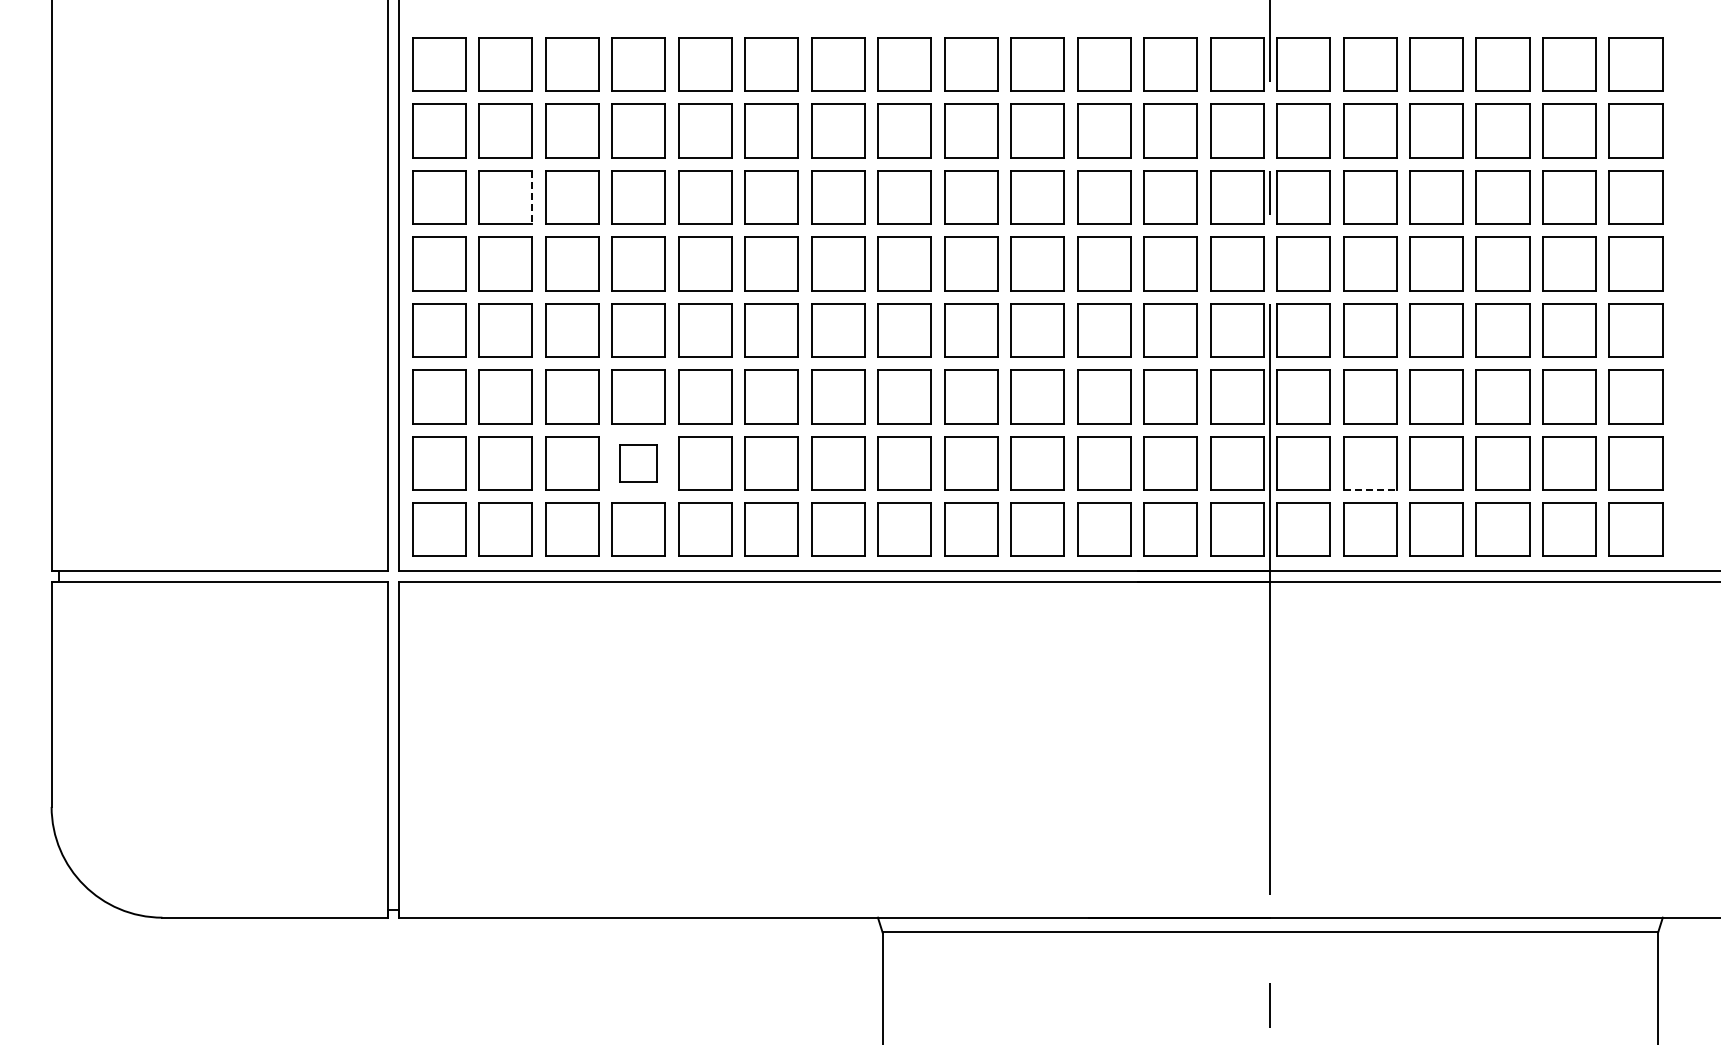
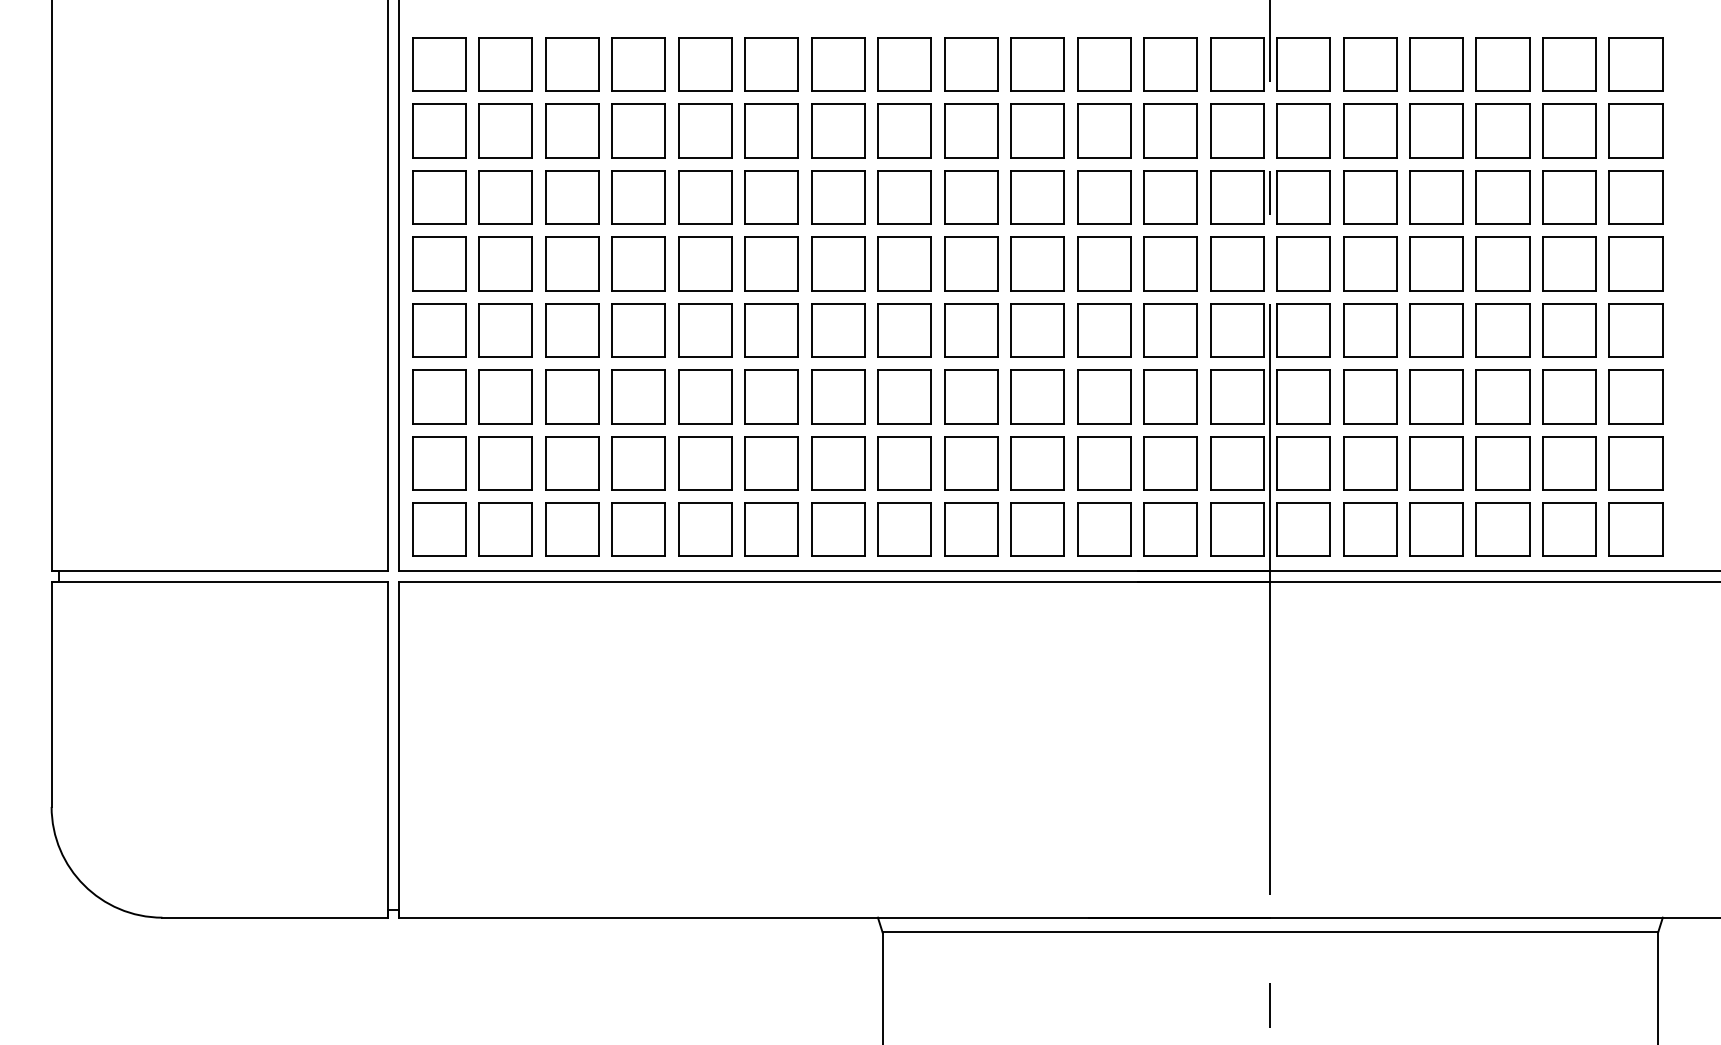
line at (532, 197): dashed -> solid
part at (638, 463) size: 39x39 px -> 55x55 px
line at (1370, 489): dashed -> solid
